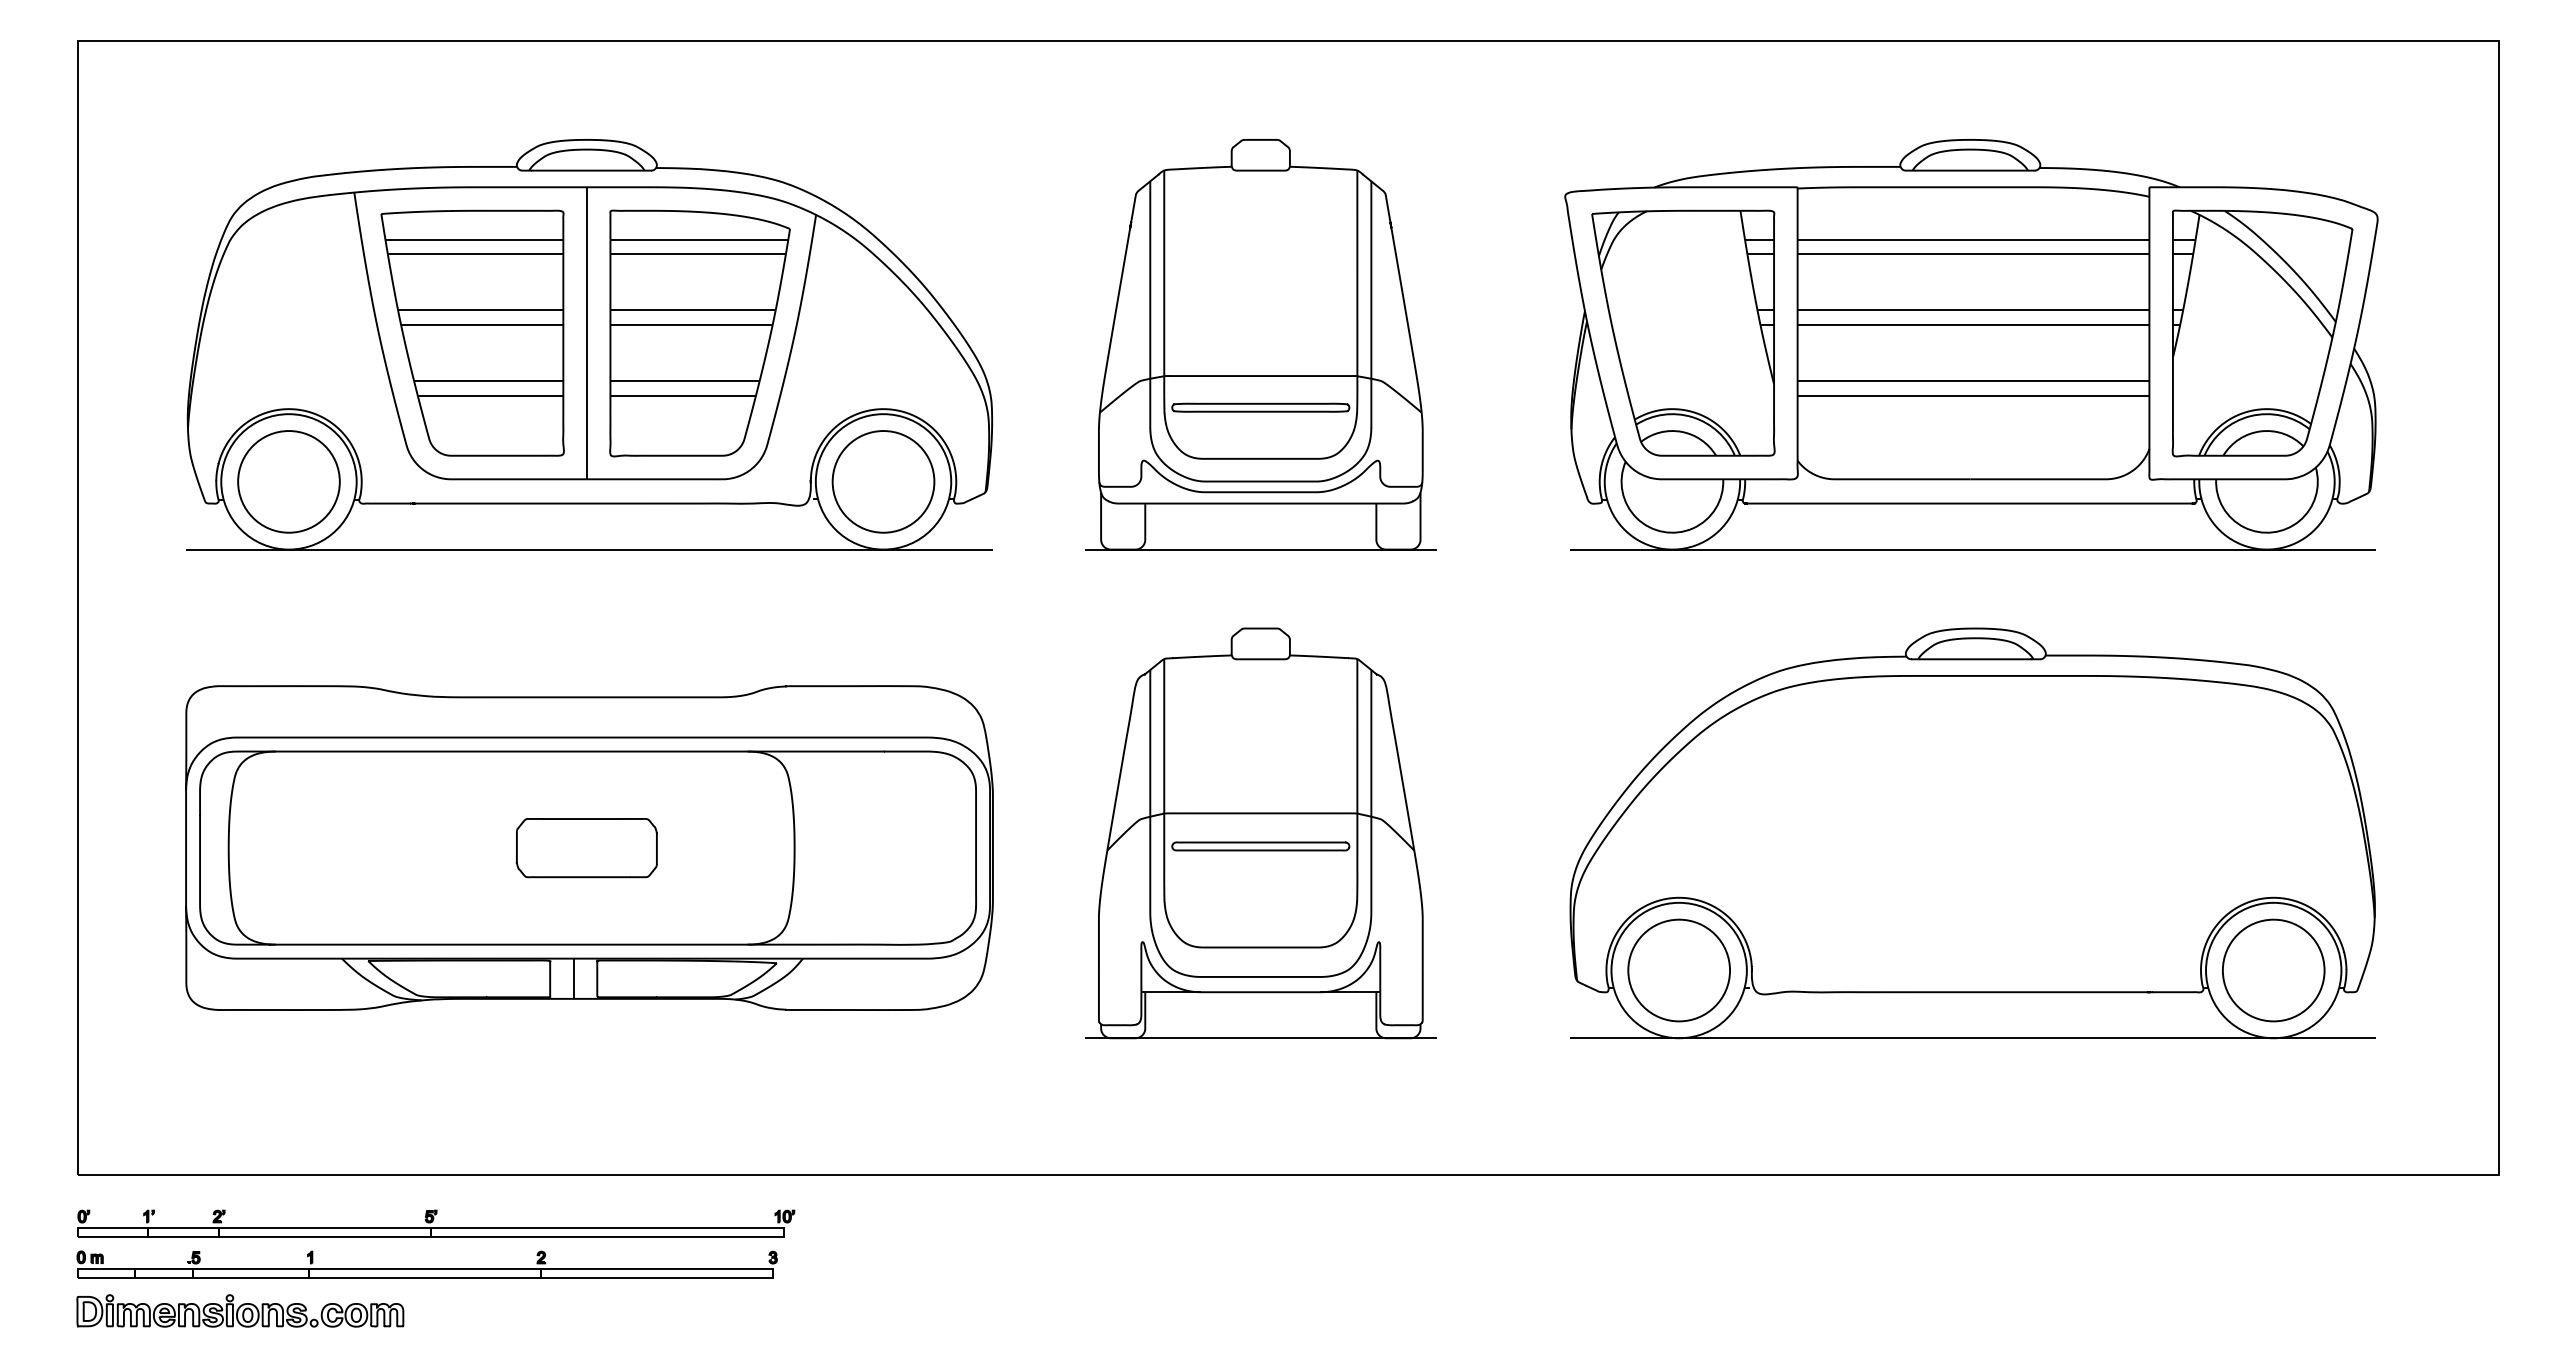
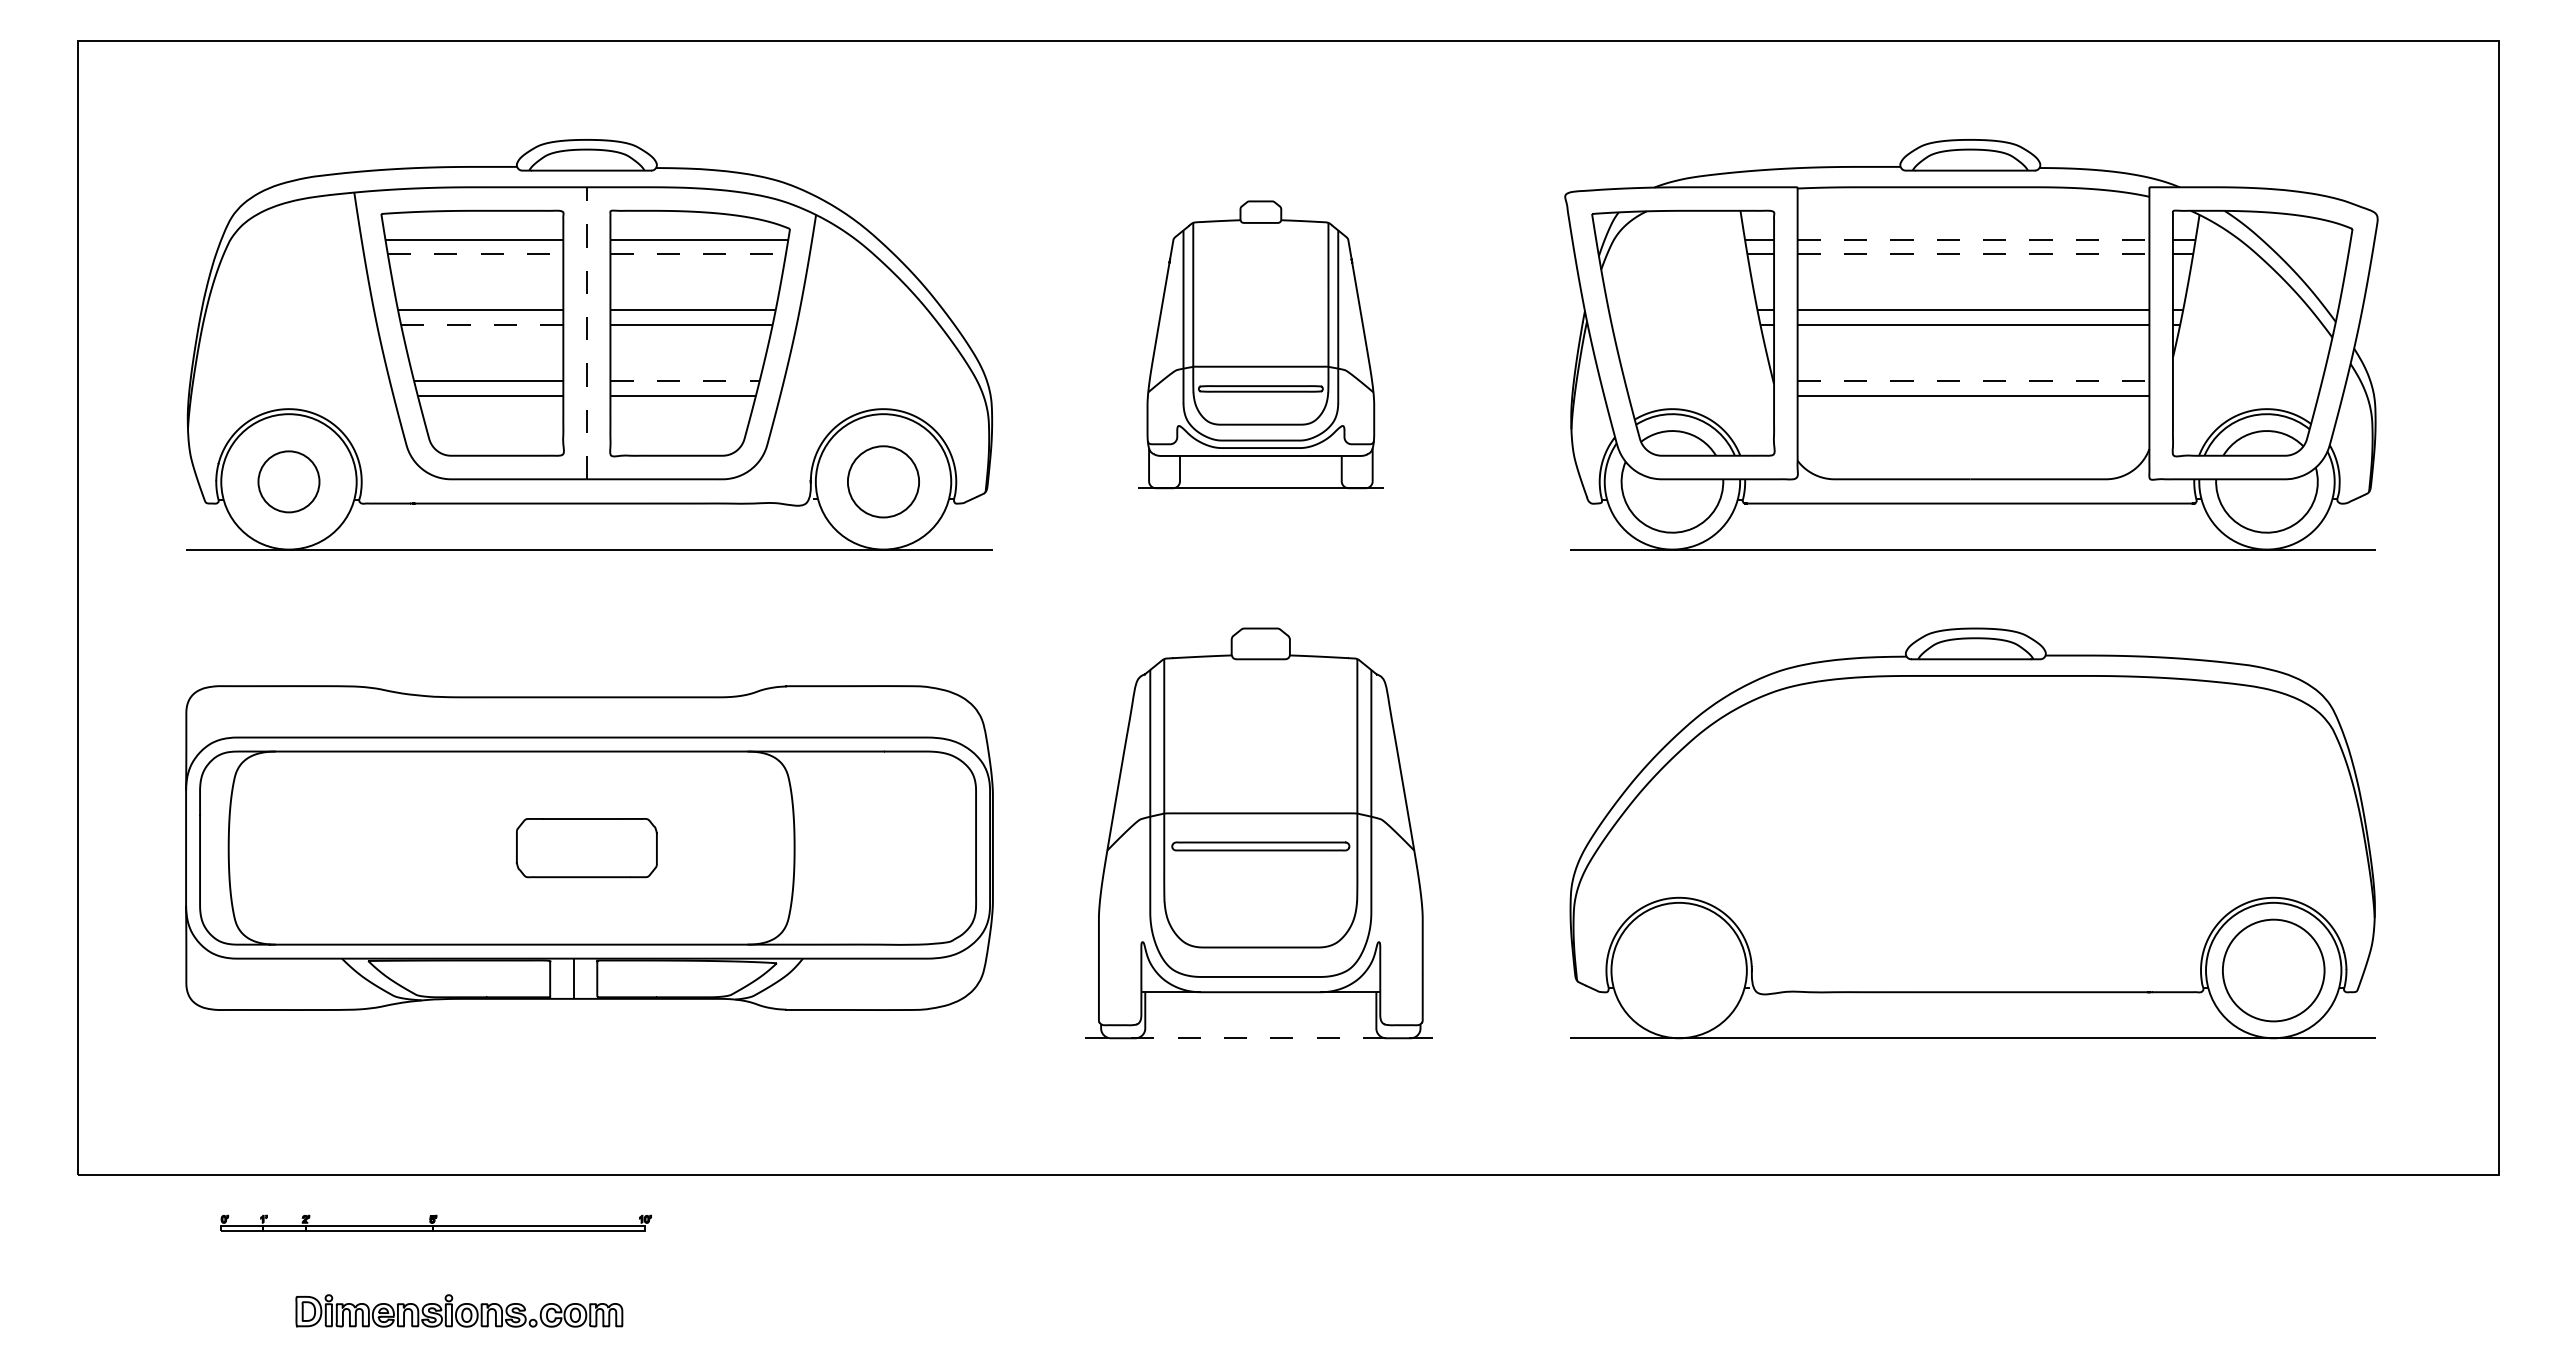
line at (1973, 239): solid -> dashed
line at (475, 254): solid -> dashed
line at (698, 254): solid -> dashed
line at (1973, 254): solid -> dashed
line at (482, 325): solid -> dashed
line at (586, 332): solid -> dashed
part at (1260, 344) size: 352x412 px -> 246x290 px
line at (685, 381): solid -> dashed
line at (1973, 381): solid -> dashed
circle at (288, 481) diameter: 102 px -> 61 px
circle at (883, 481) diameter: 102 px -> 71 px
circle at (1678, 970): present -> none
line at (1260, 1038): solid -> dashed
part at (436, 1223) size: 719x29 px -> 433x18 px
part at (426, 1264): present -> none
part at (240, 1310) position: (240, 1310) -> (459, 1310)
